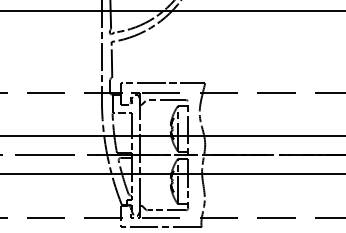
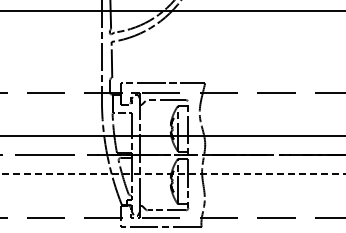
line at (173, 174): solid -> dashed
